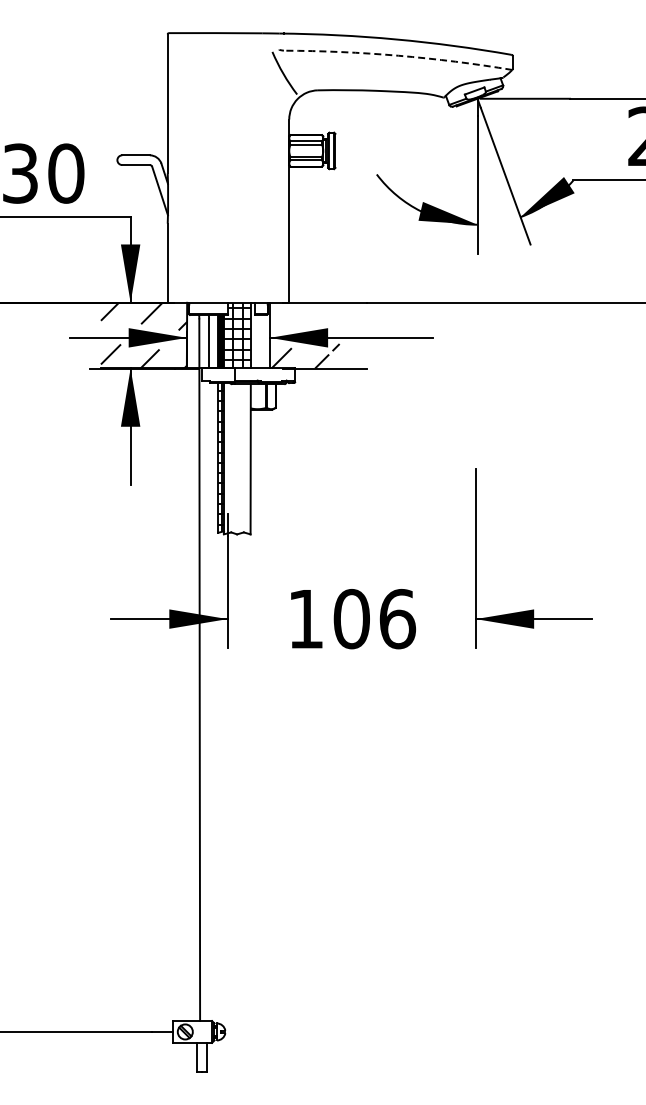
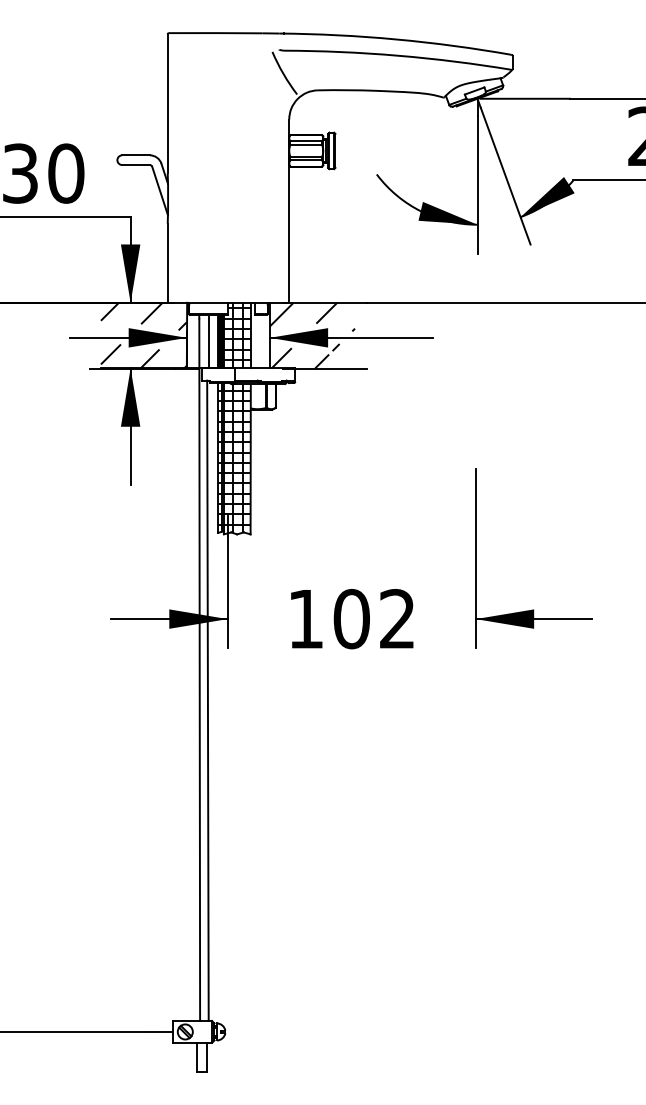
arc at (398, 55): dashed -> solid
hatch at (312, 316): none -> present
hatch at (236, 458): none -> present
text at (397, 618): 106 -> 102
line at (207, 700): none -> present
